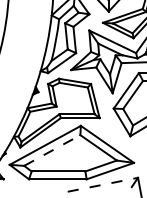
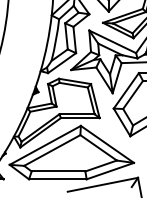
line at (52, 150): dashed -> solid
line at (102, 184): dashed -> solid
